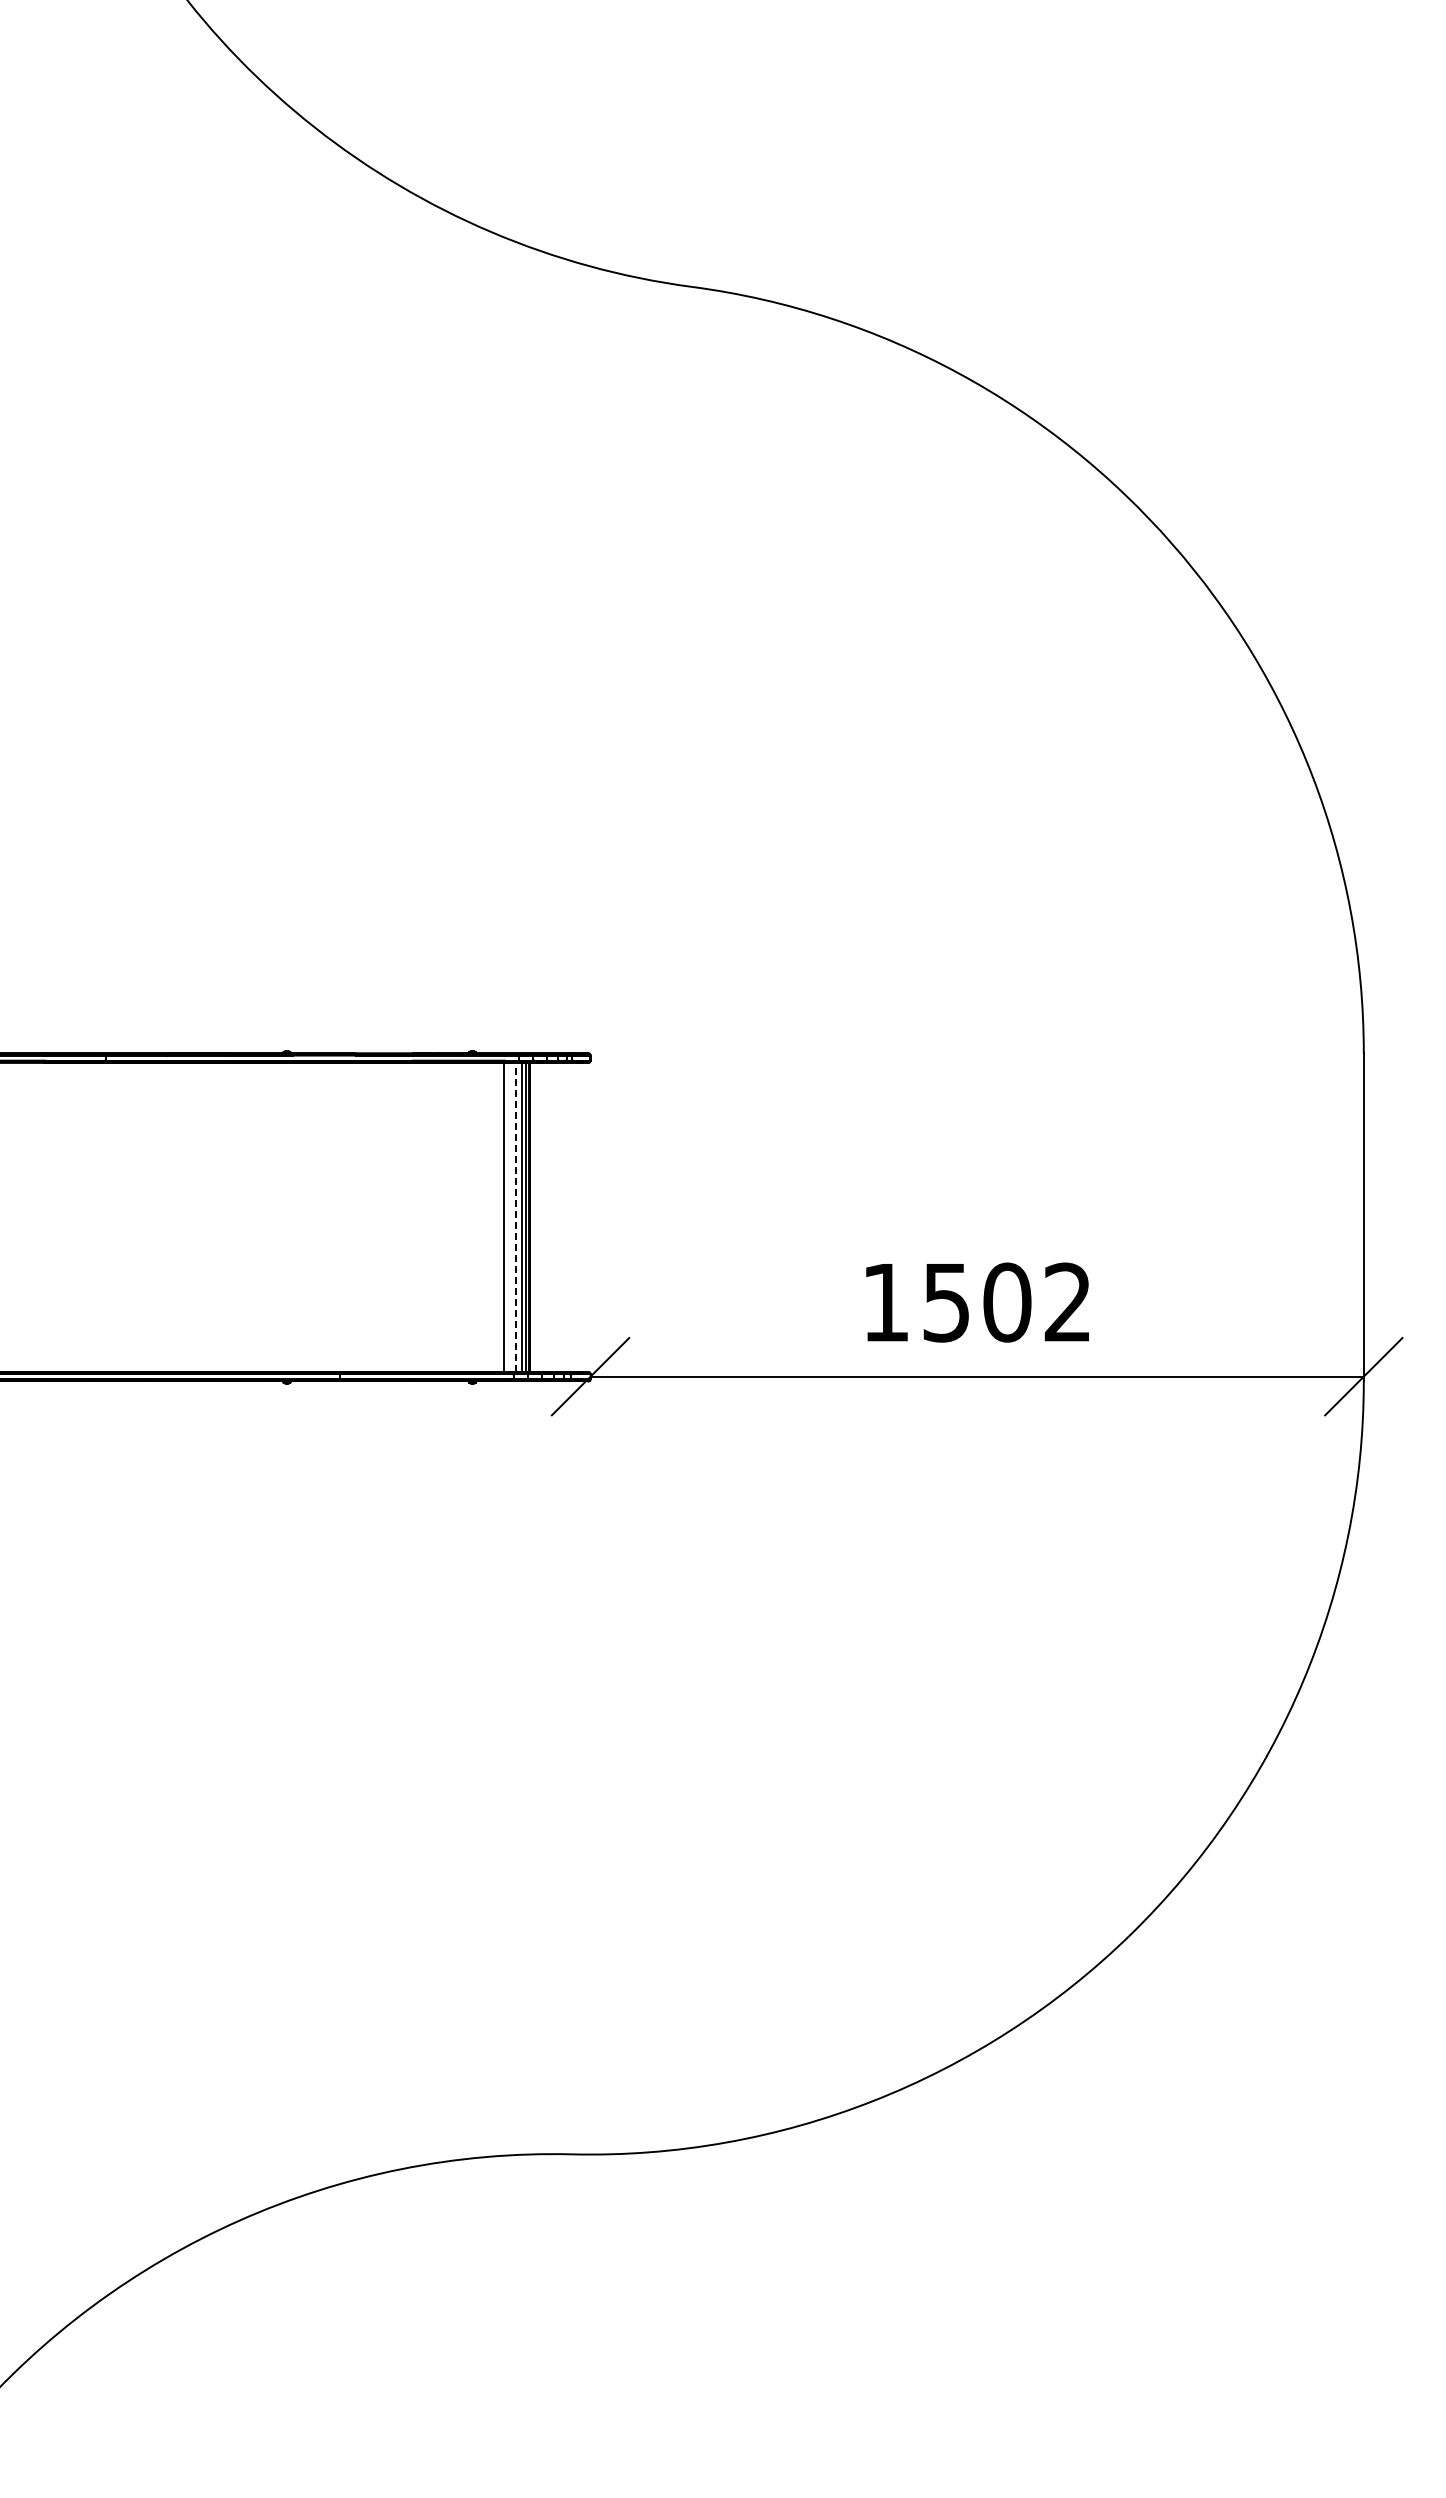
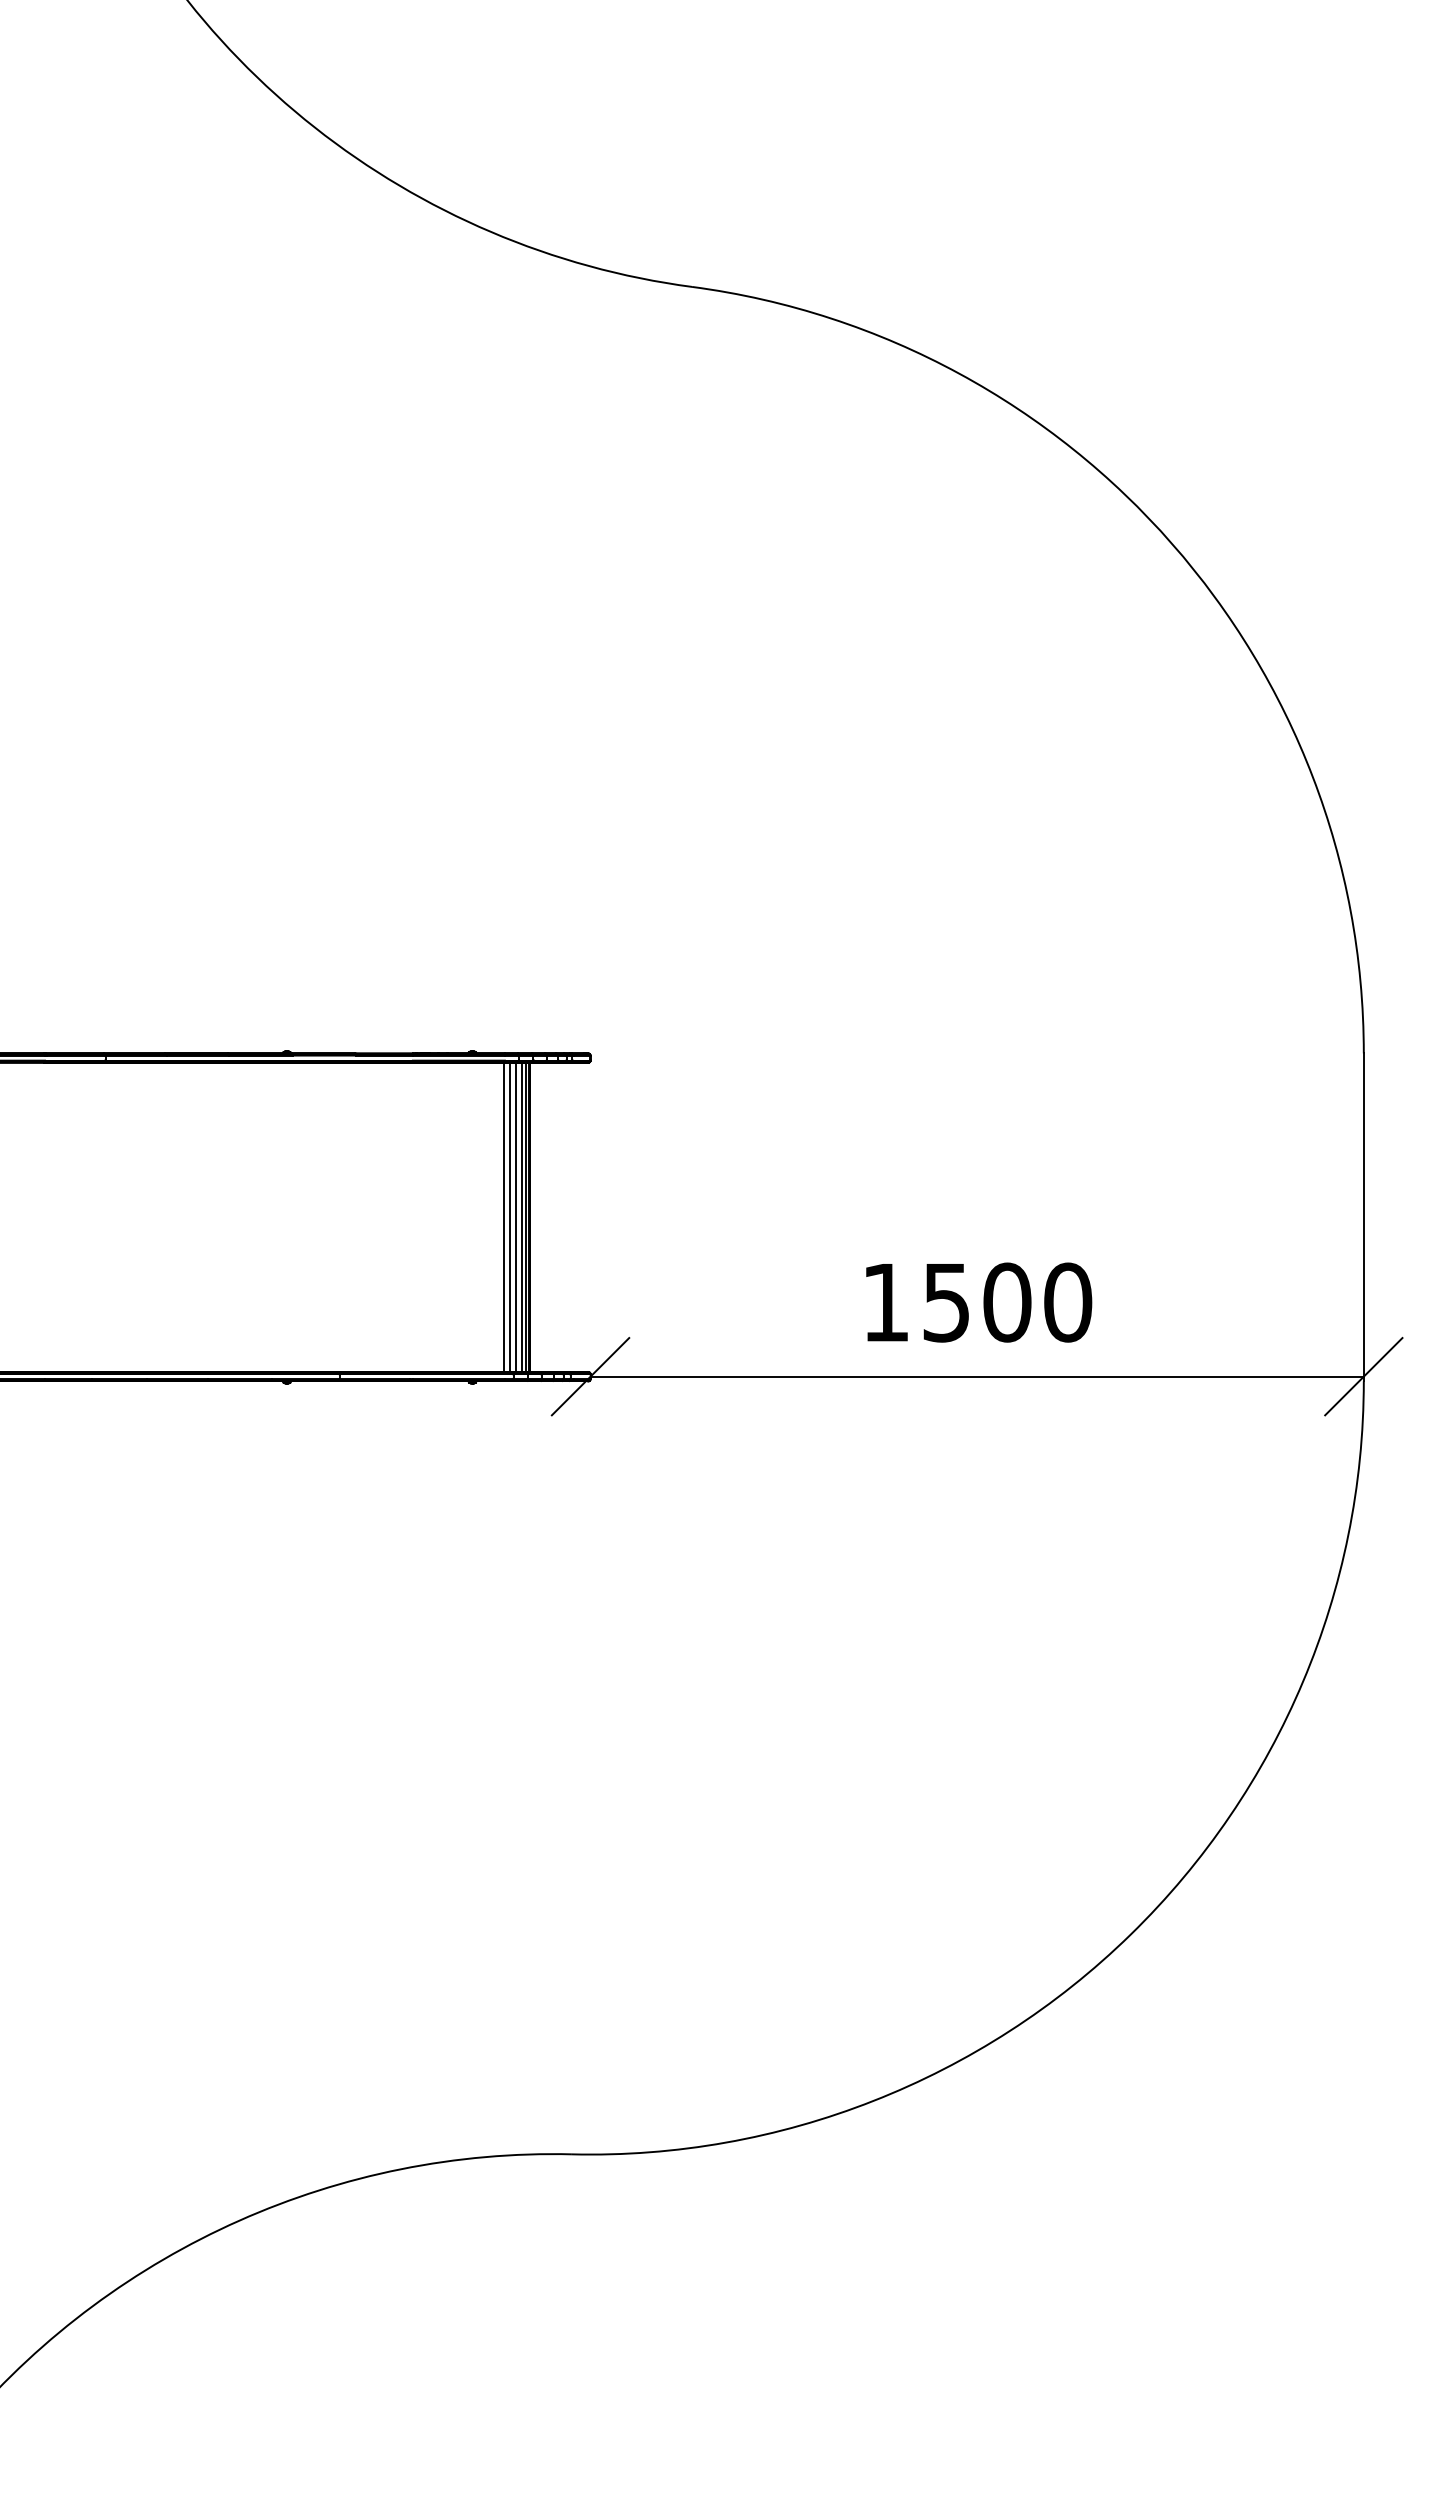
line at (510, 1217): none -> present
line at (516, 1217): dashed -> solid
text at (1068, 1302): 1502 -> 1500
